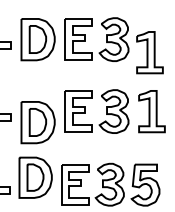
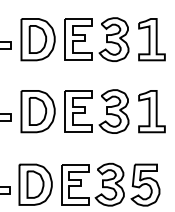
part at (149, 52) position: (149, 52) -> (151, 39)
part at (37, 122) position: (37, 122) -> (37, 111)
part at (35, 177) position: (35, 177) -> (35, 184)
